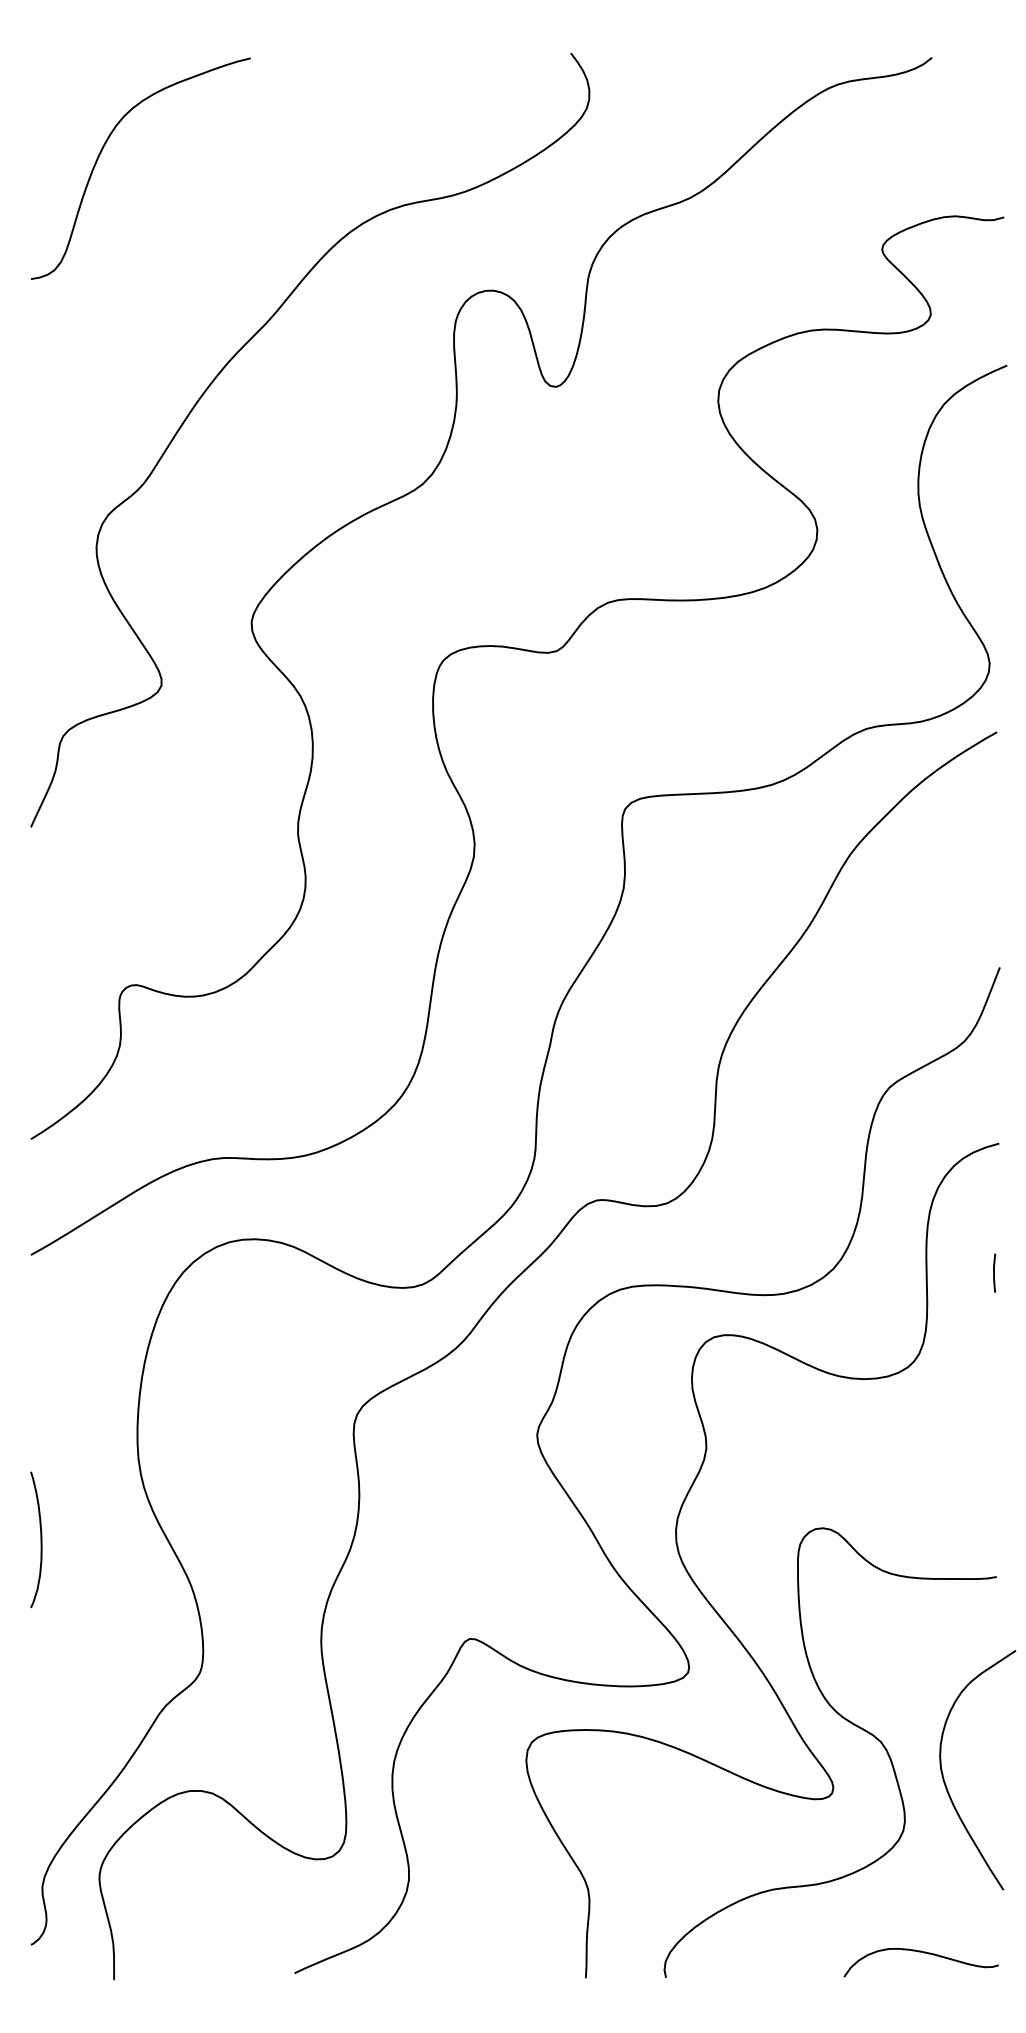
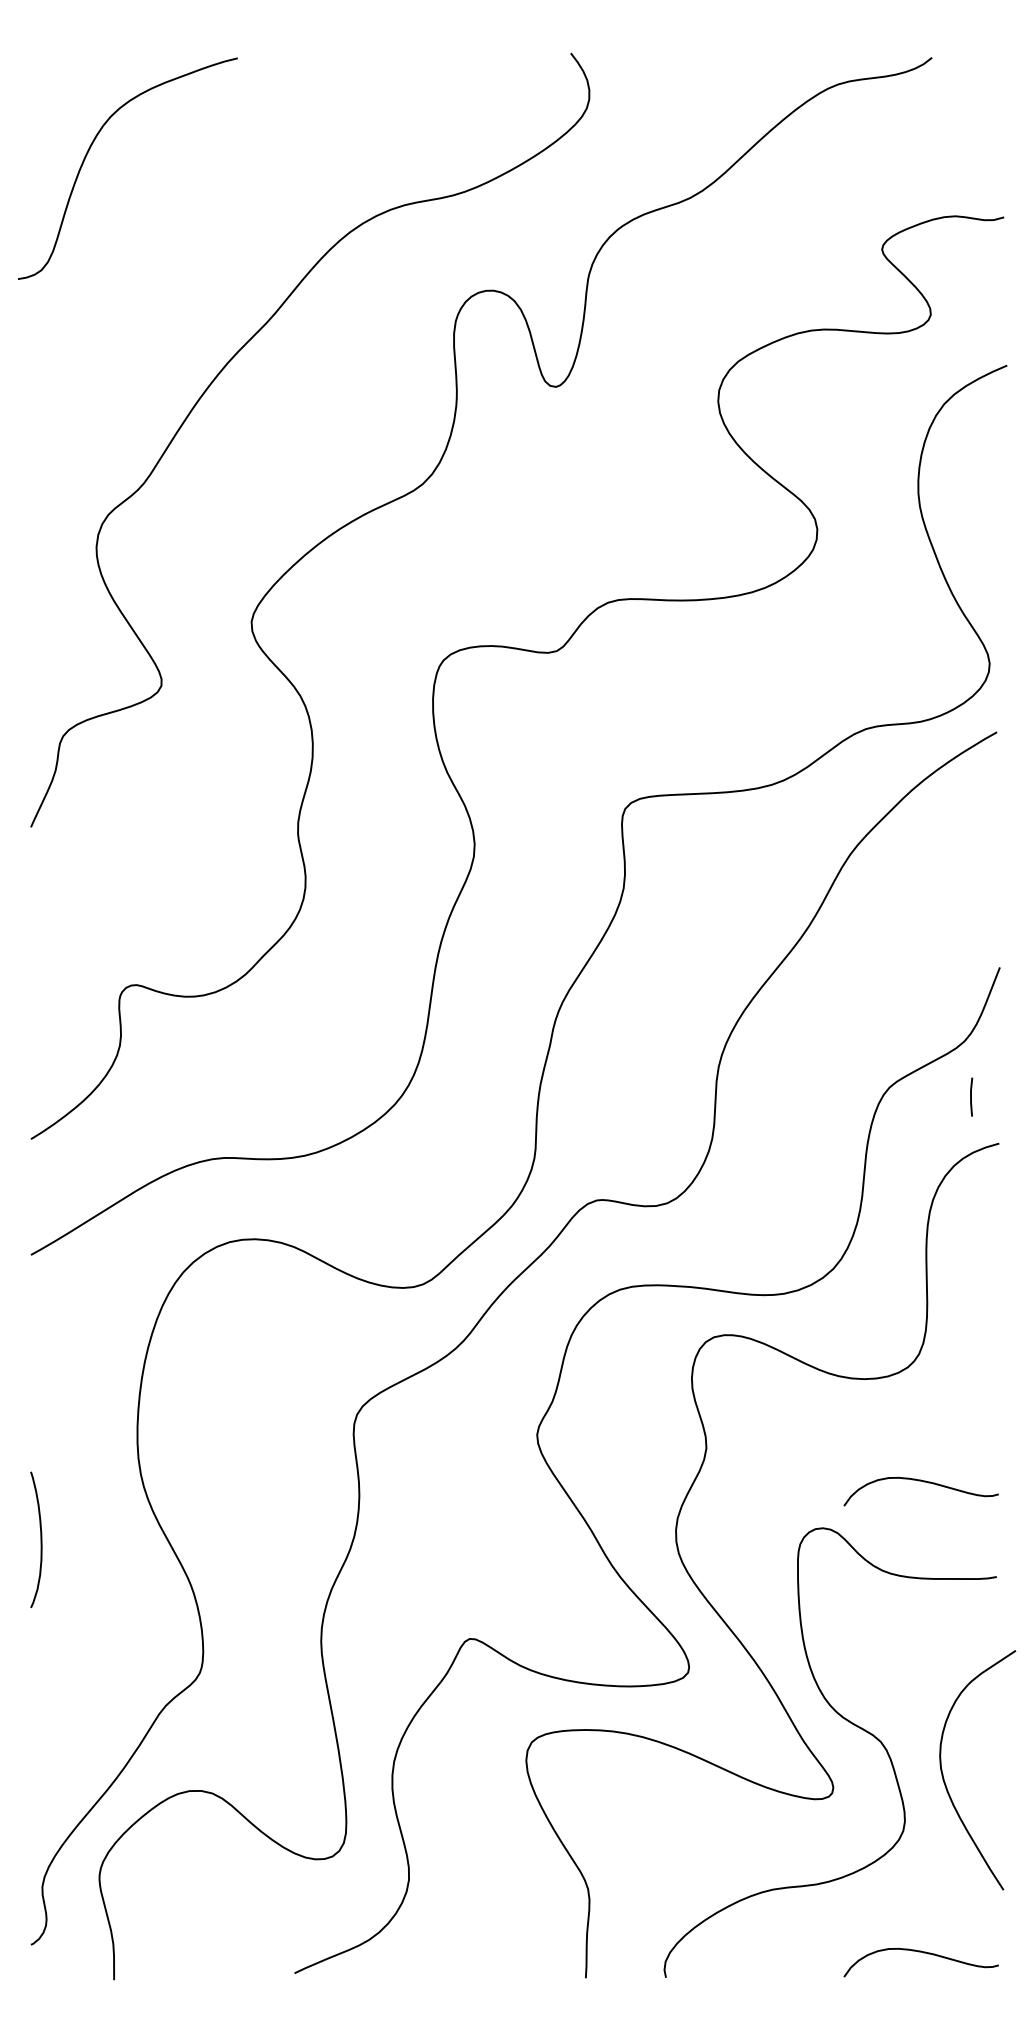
curve at (103, 149) position: (103, 149) -> (90, 149)
line at (994, 1272) position: (994, 1272) -> (971, 1096)
curve at (923, 1482): none -> present
